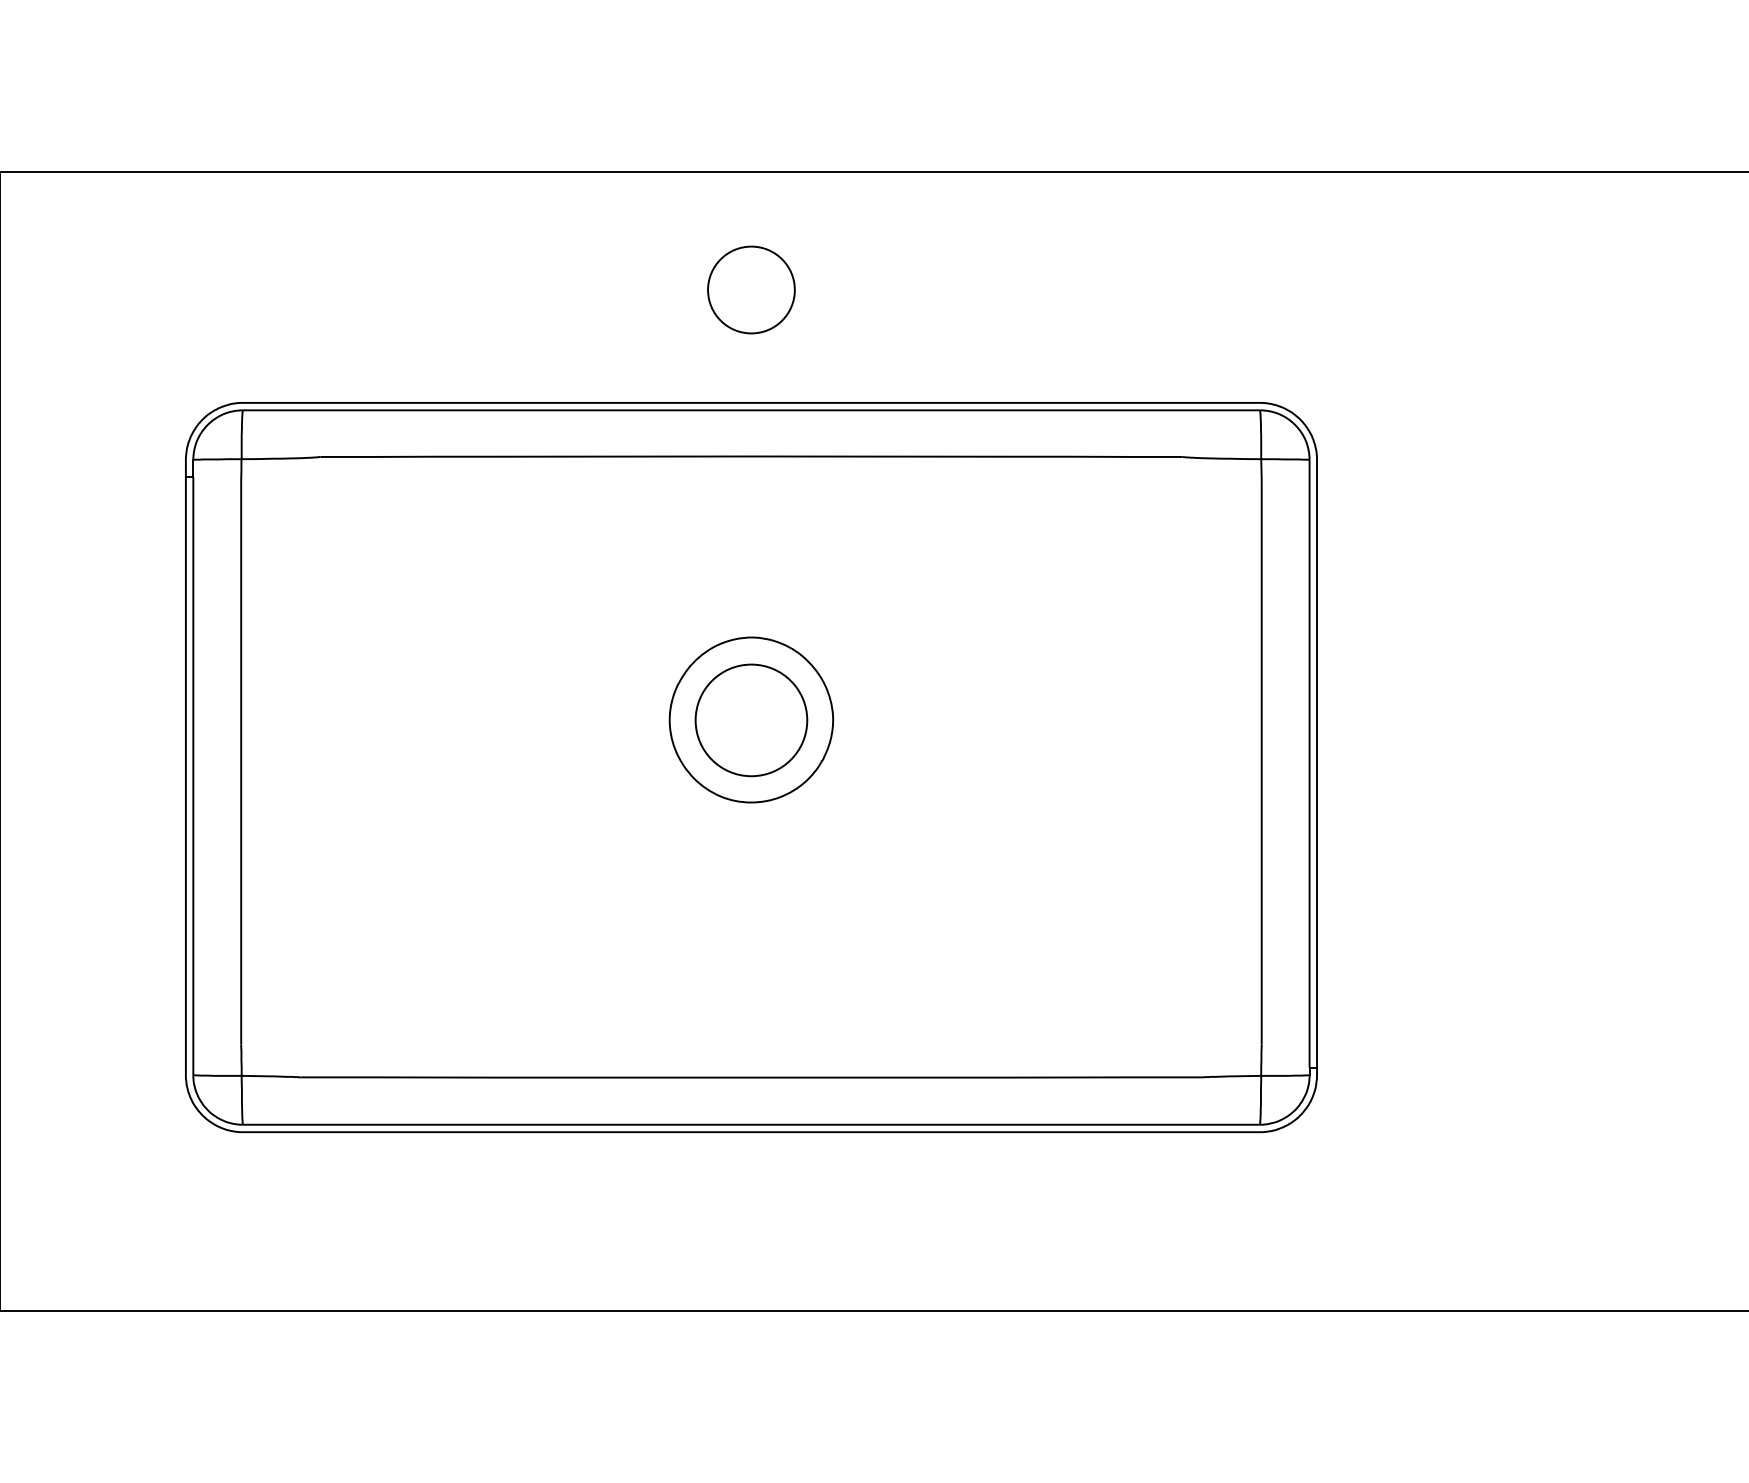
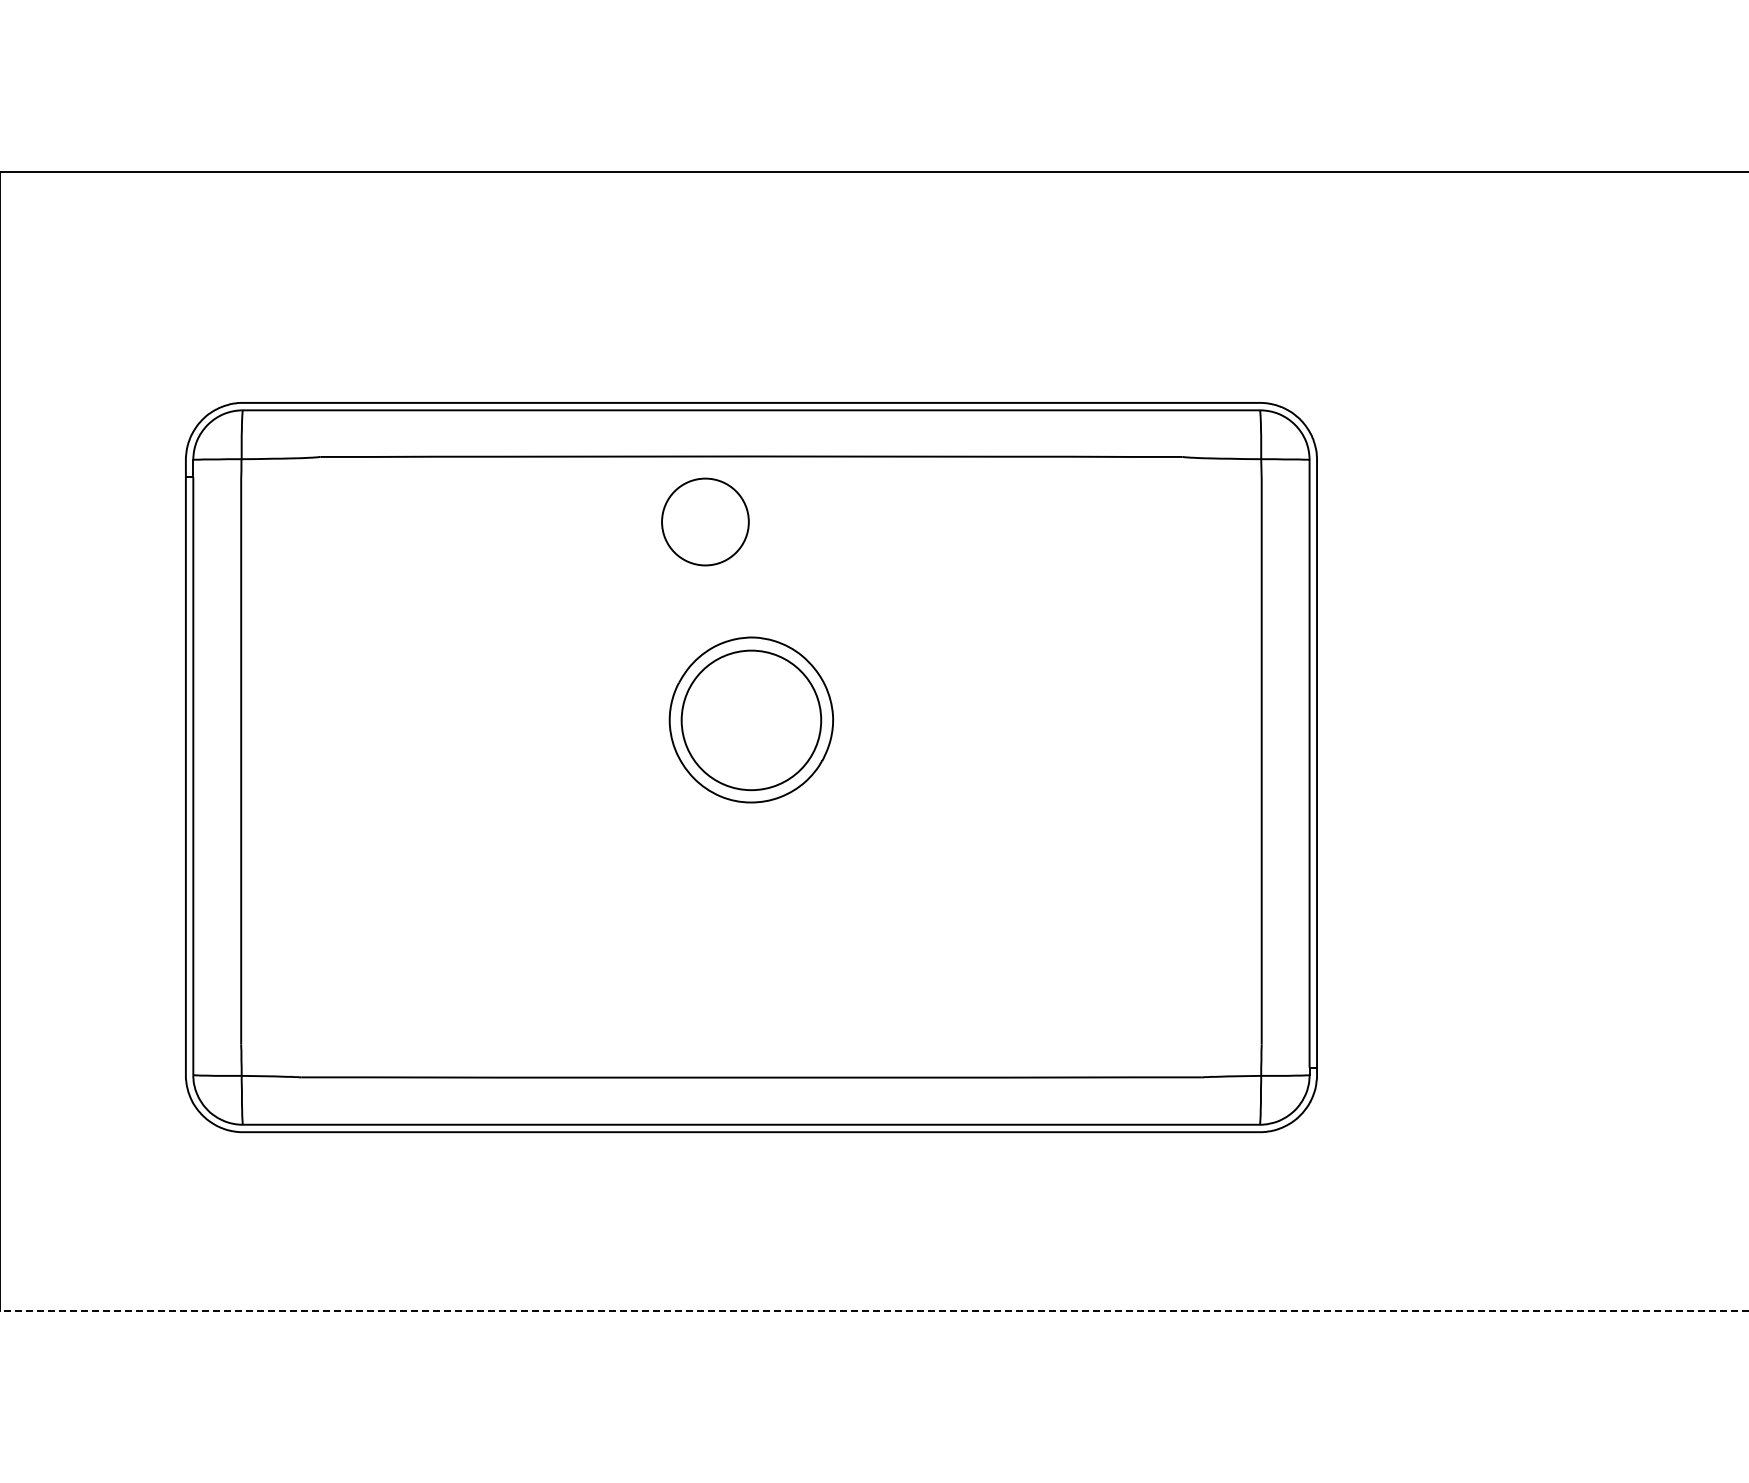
circle at (751, 289) position: (751, 289) -> (705, 521)
circle at (751, 720) diameter: 112 px -> 140 px
line at (874, 1310): solid -> dashed
